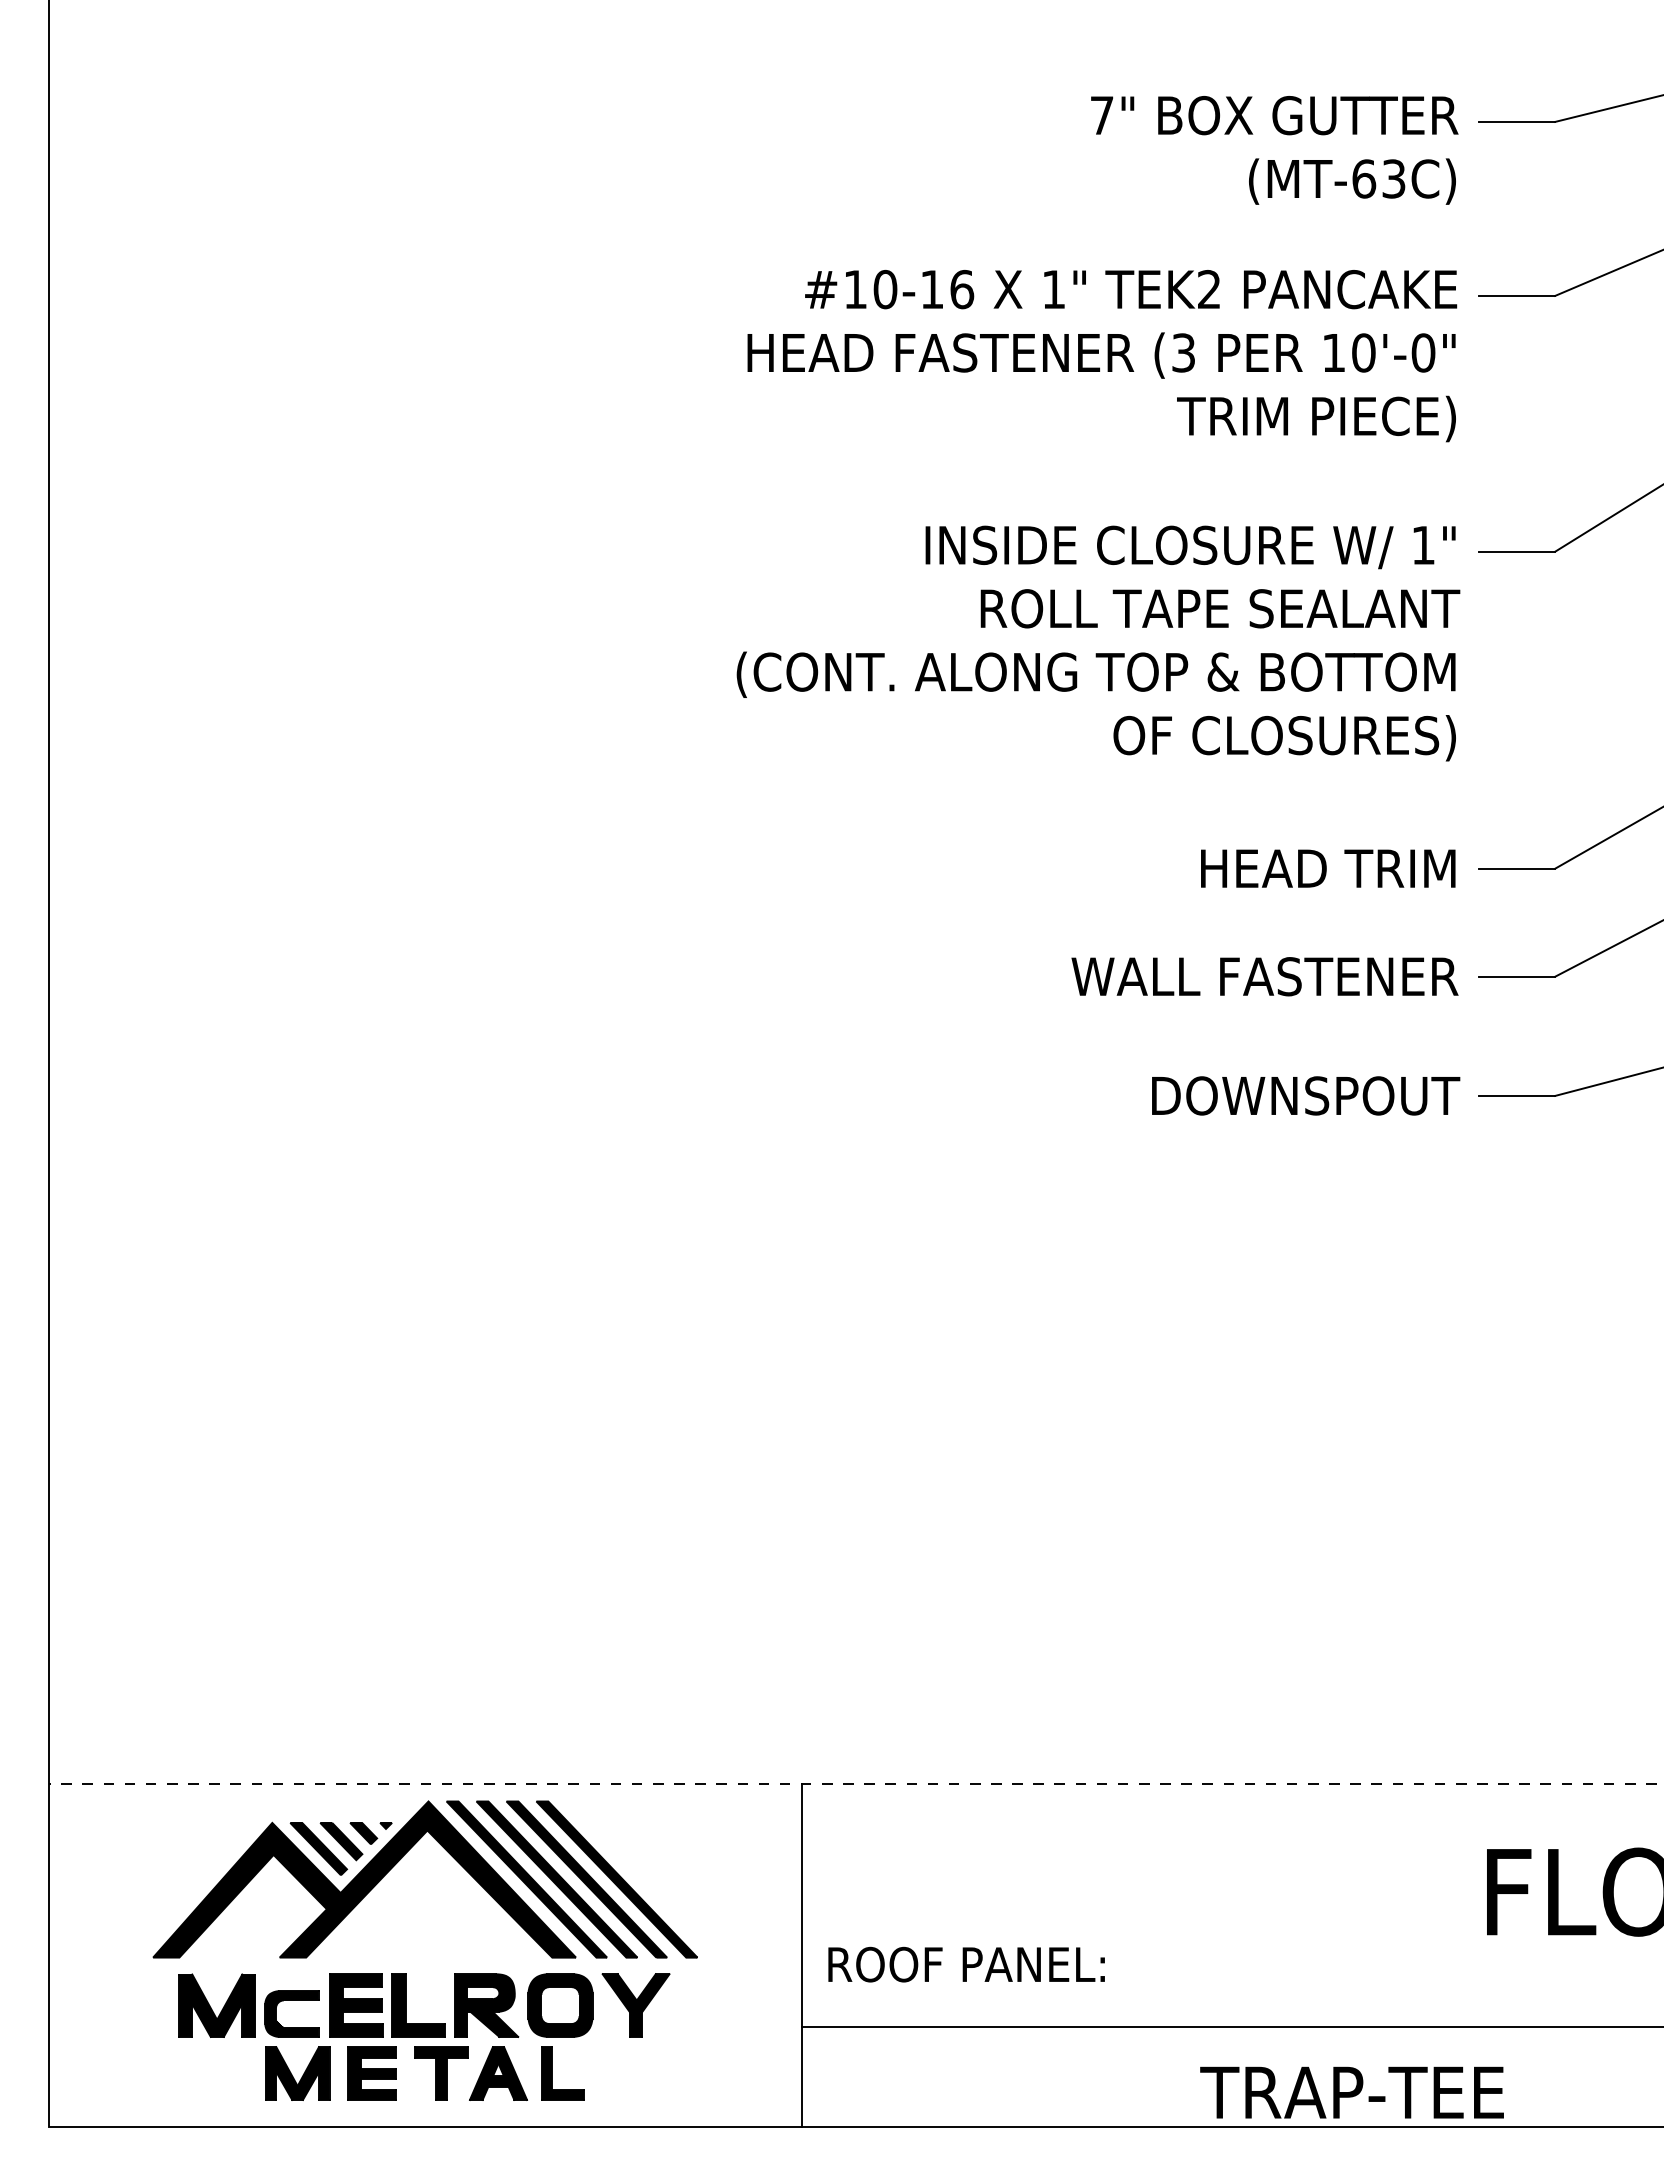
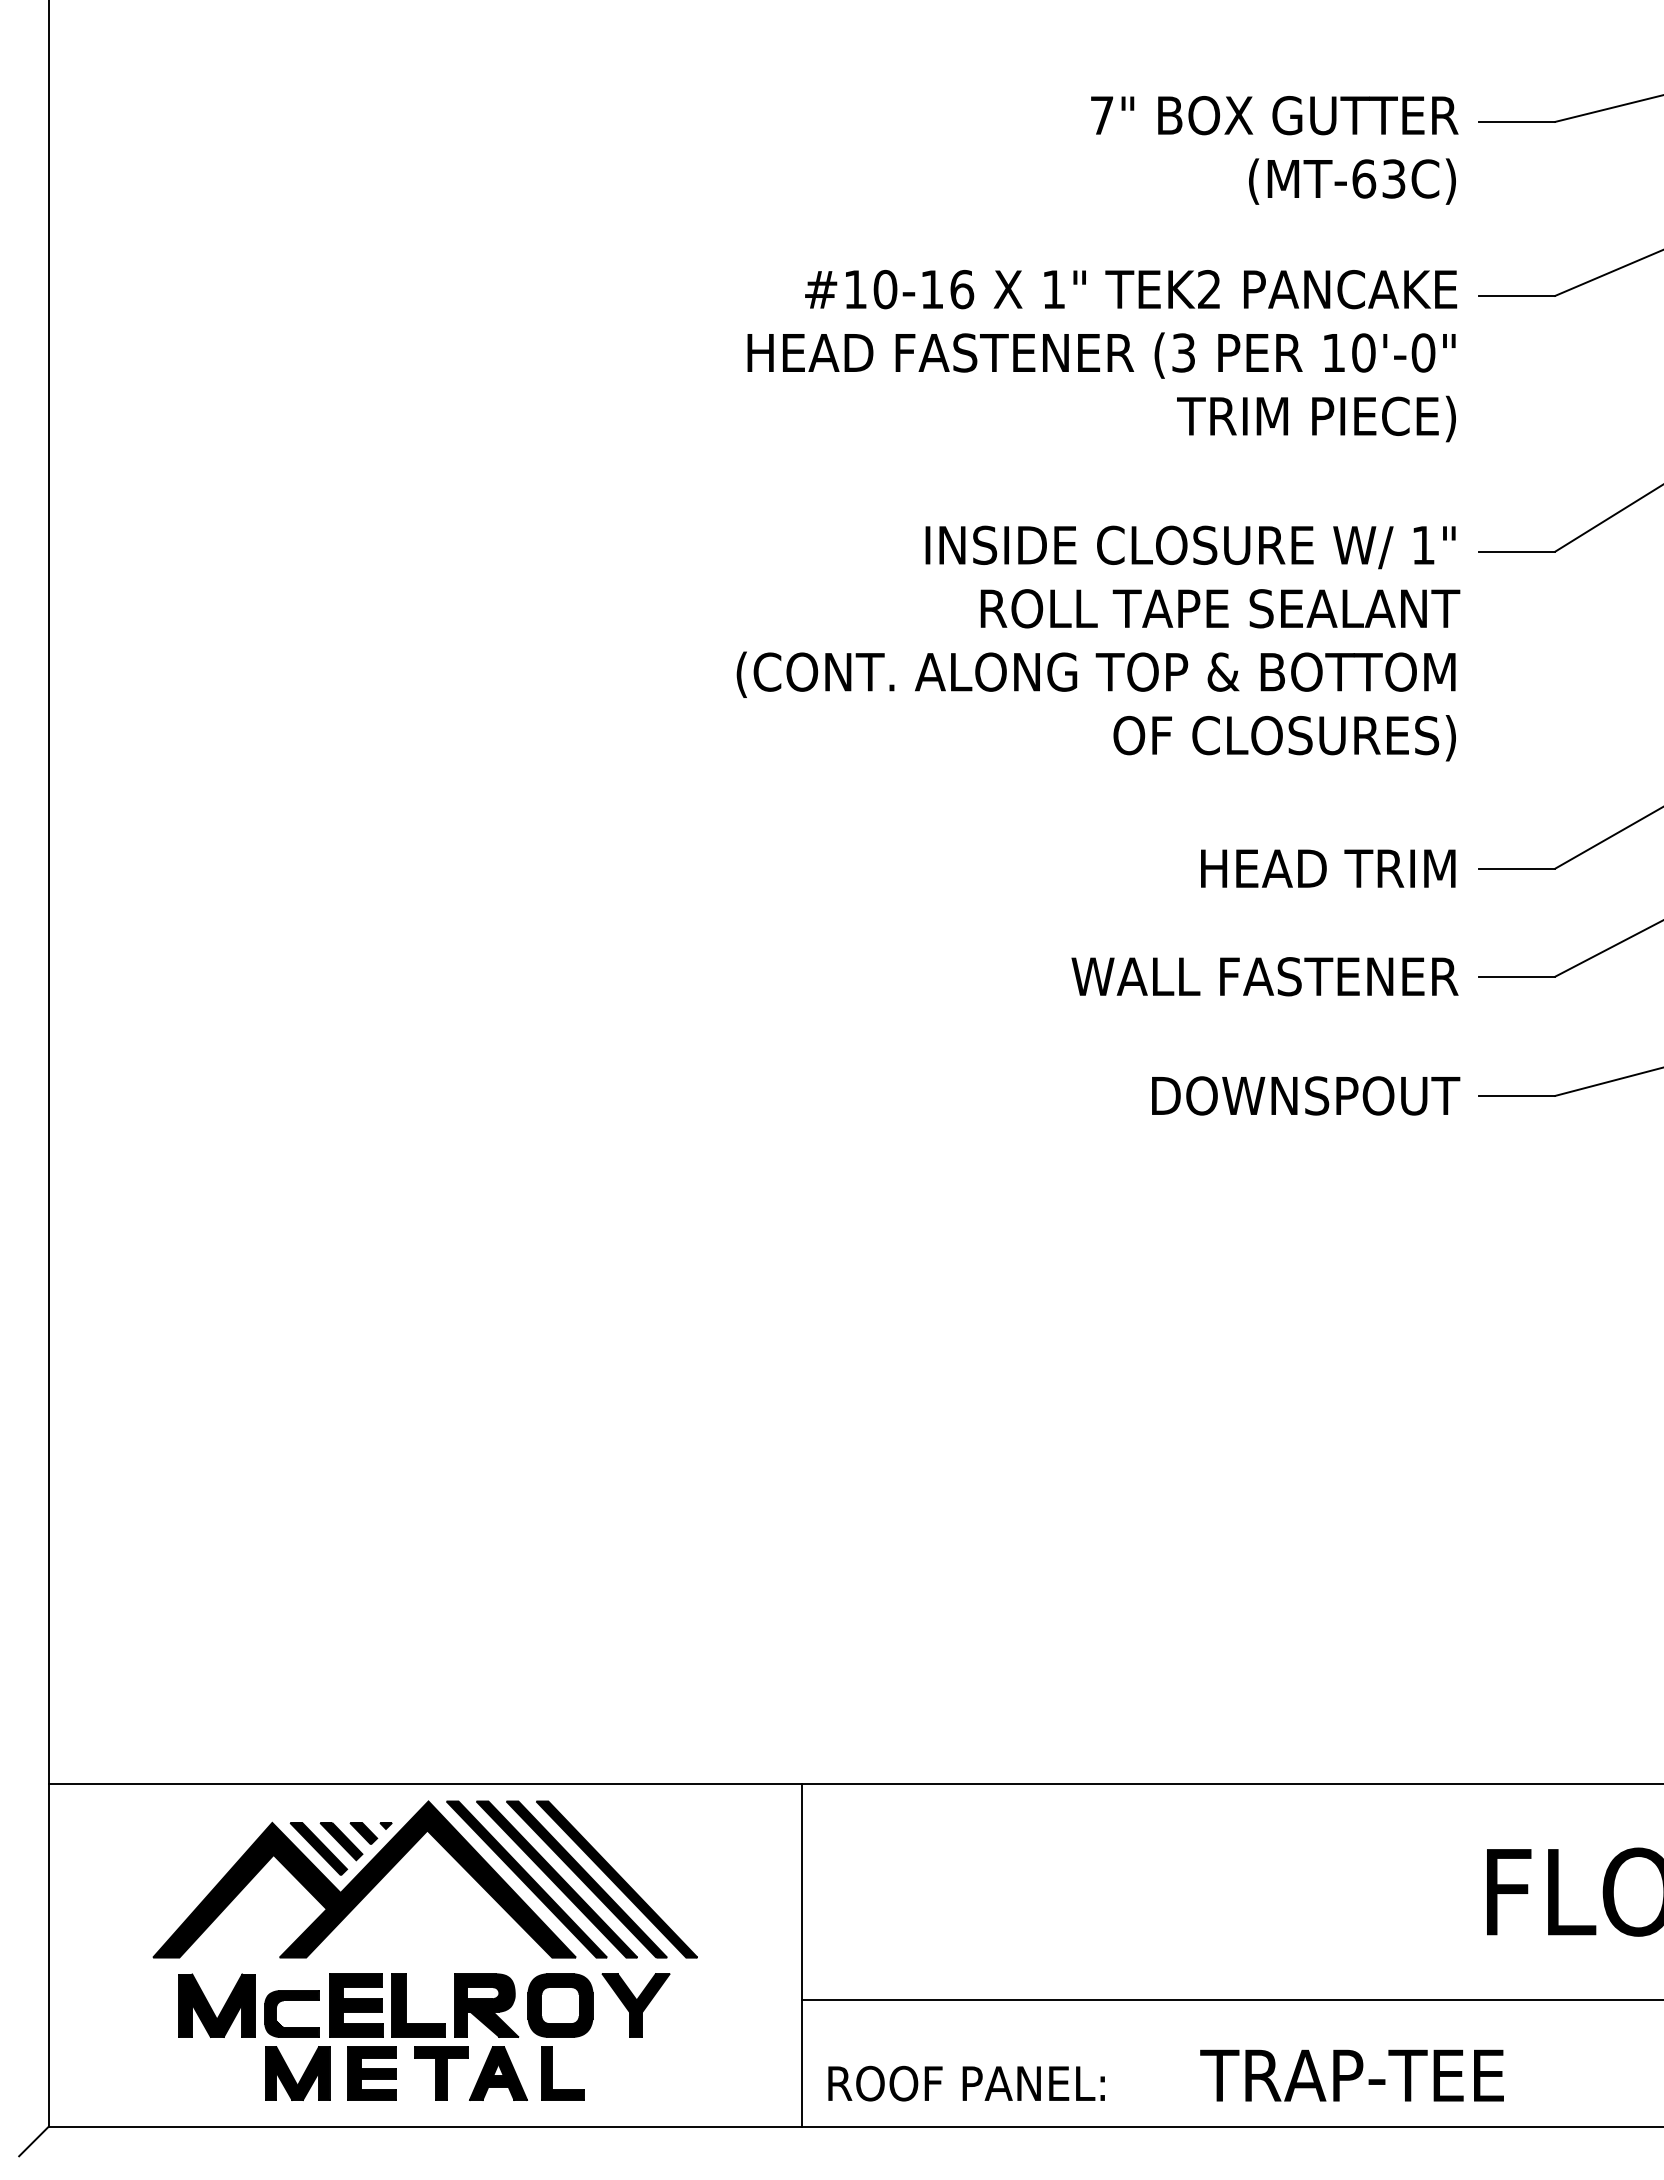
line at (855, 1783): dashed -> solid
text at (966, 1964) position: (966, 1964) -> (966, 2083)
line at (1231, 2027) position: (1231, 2027) -> (1231, 2000)
text at (1351, 2092) position: (1351, 2092) -> (1351, 2075)
line at (33, 2141): none -> present
